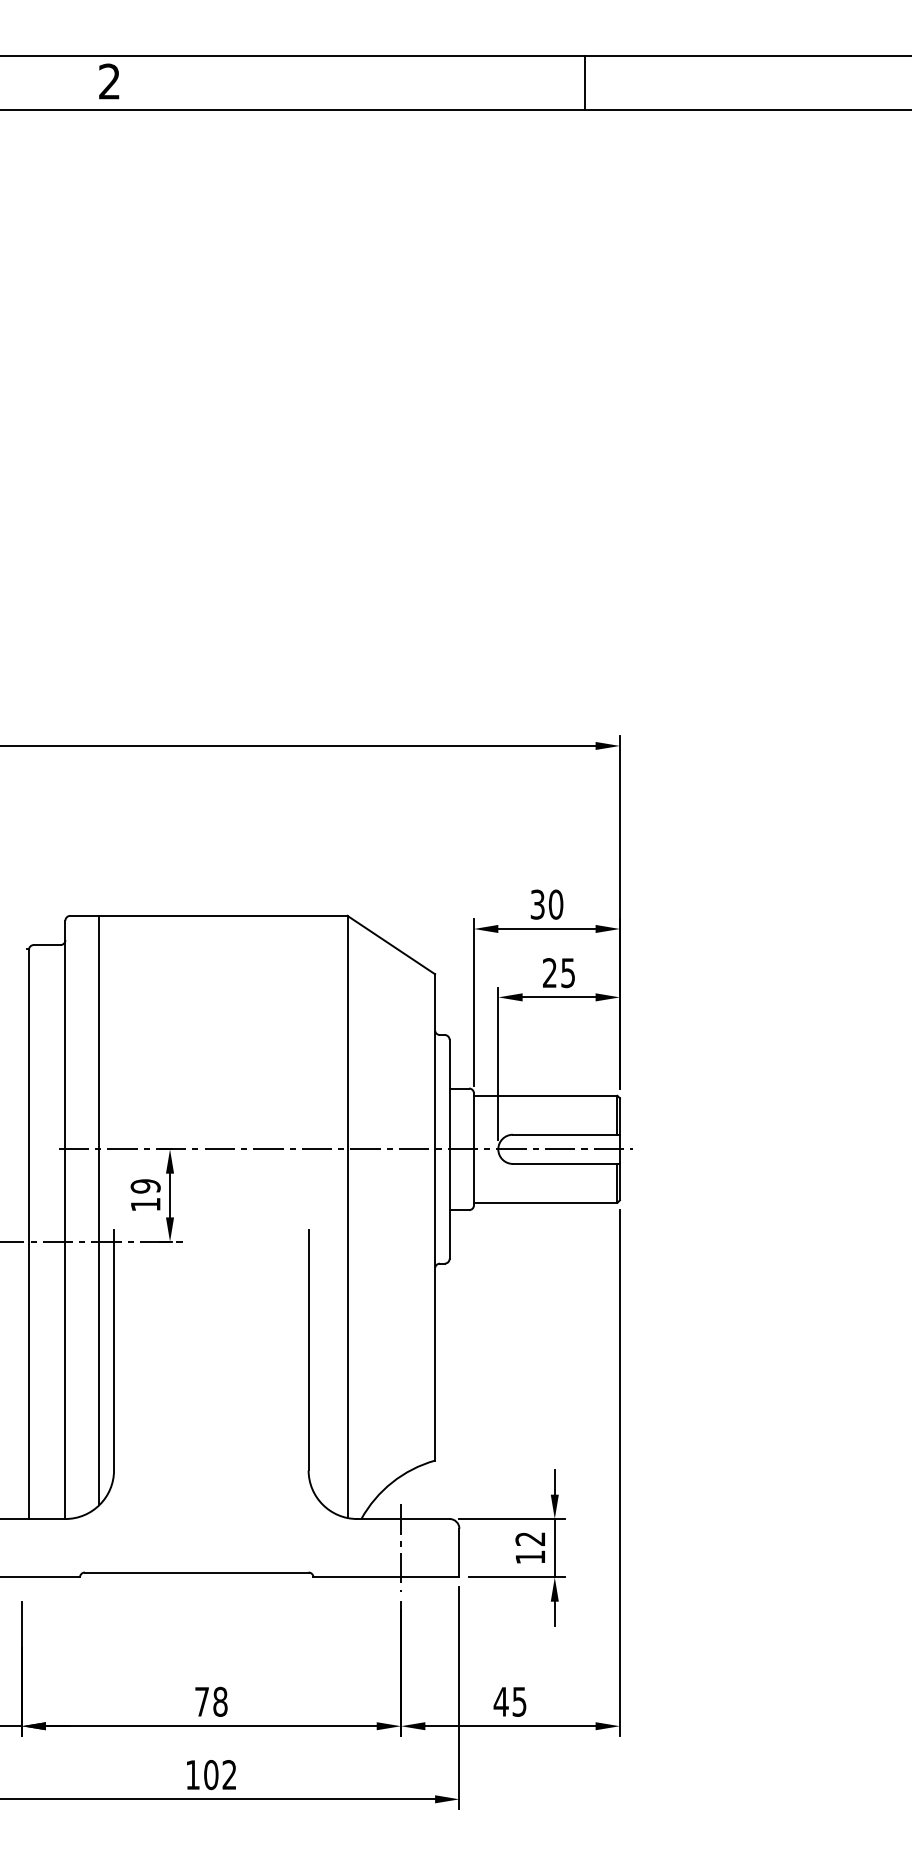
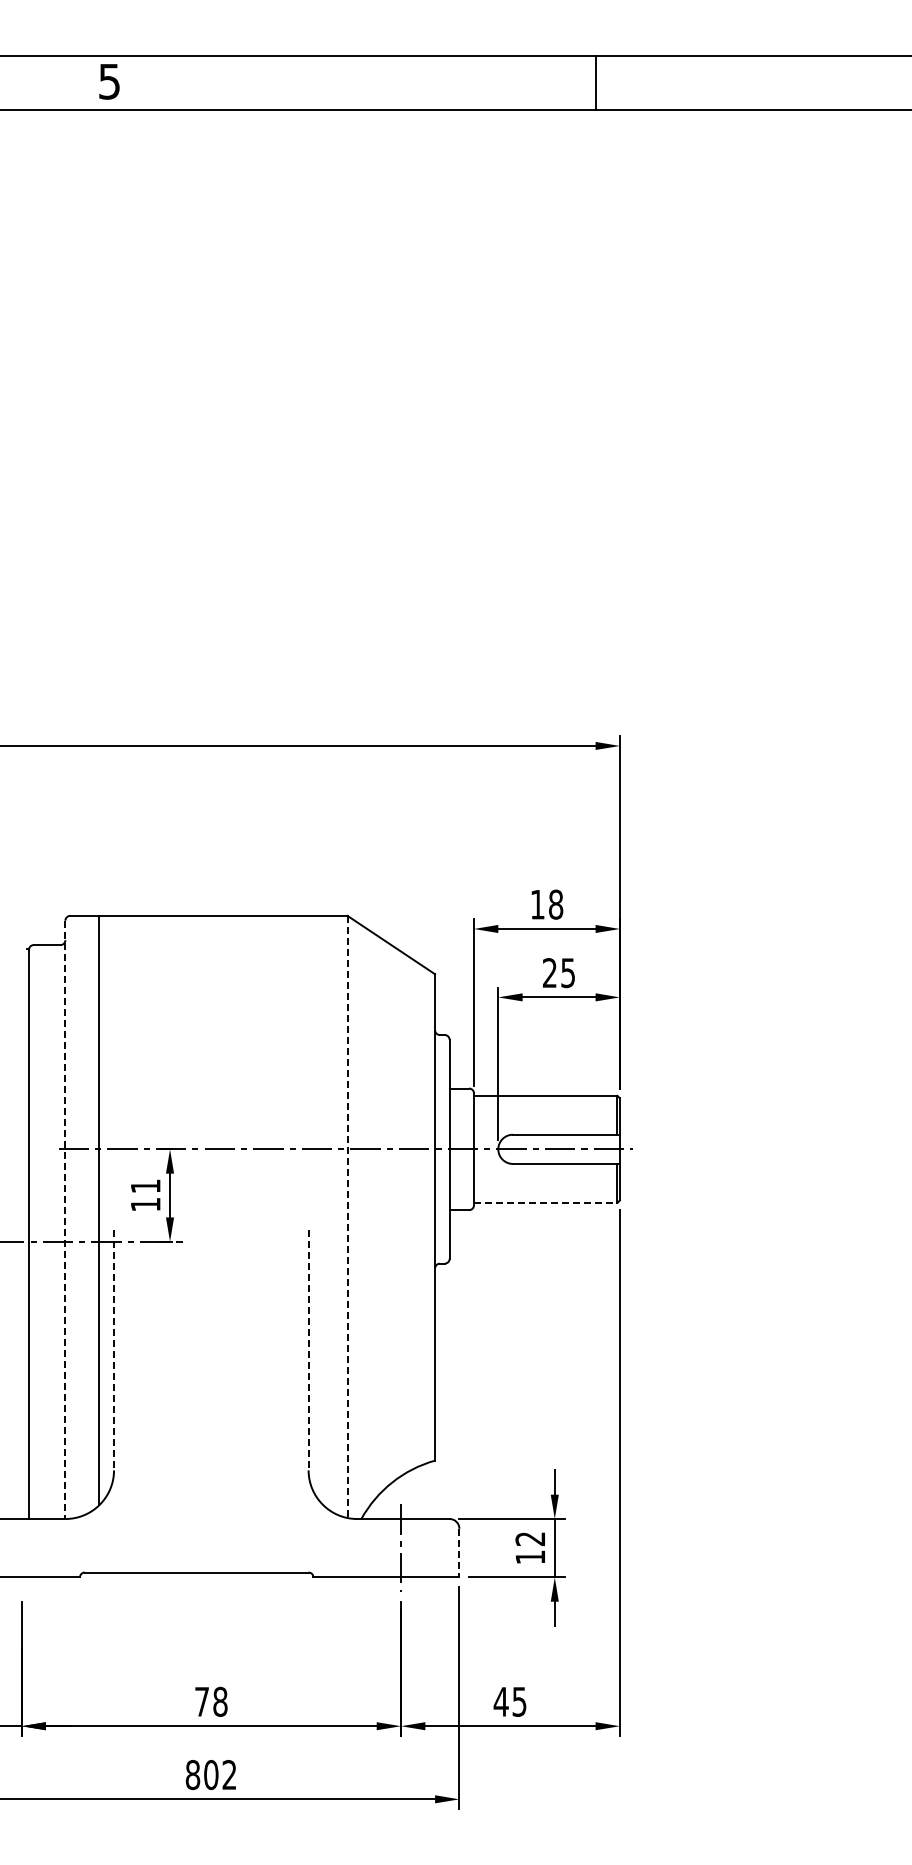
text at (109, 81): 2 -> 5
line at (585, 82) position: (585, 82) -> (596, 82)
text at (546, 904): 30 -> 18
text at (145, 1186): 19 -> 11
line at (545, 1202): solid -> dashed
line at (347, 1217): solid -> dashed
line at (65, 1220): solid -> dashed
line at (114, 1350): solid -> dashed
line at (308, 1350): solid -> dashed
line at (459, 1553): solid -> dashed
text at (192, 1775): 102 -> 802
